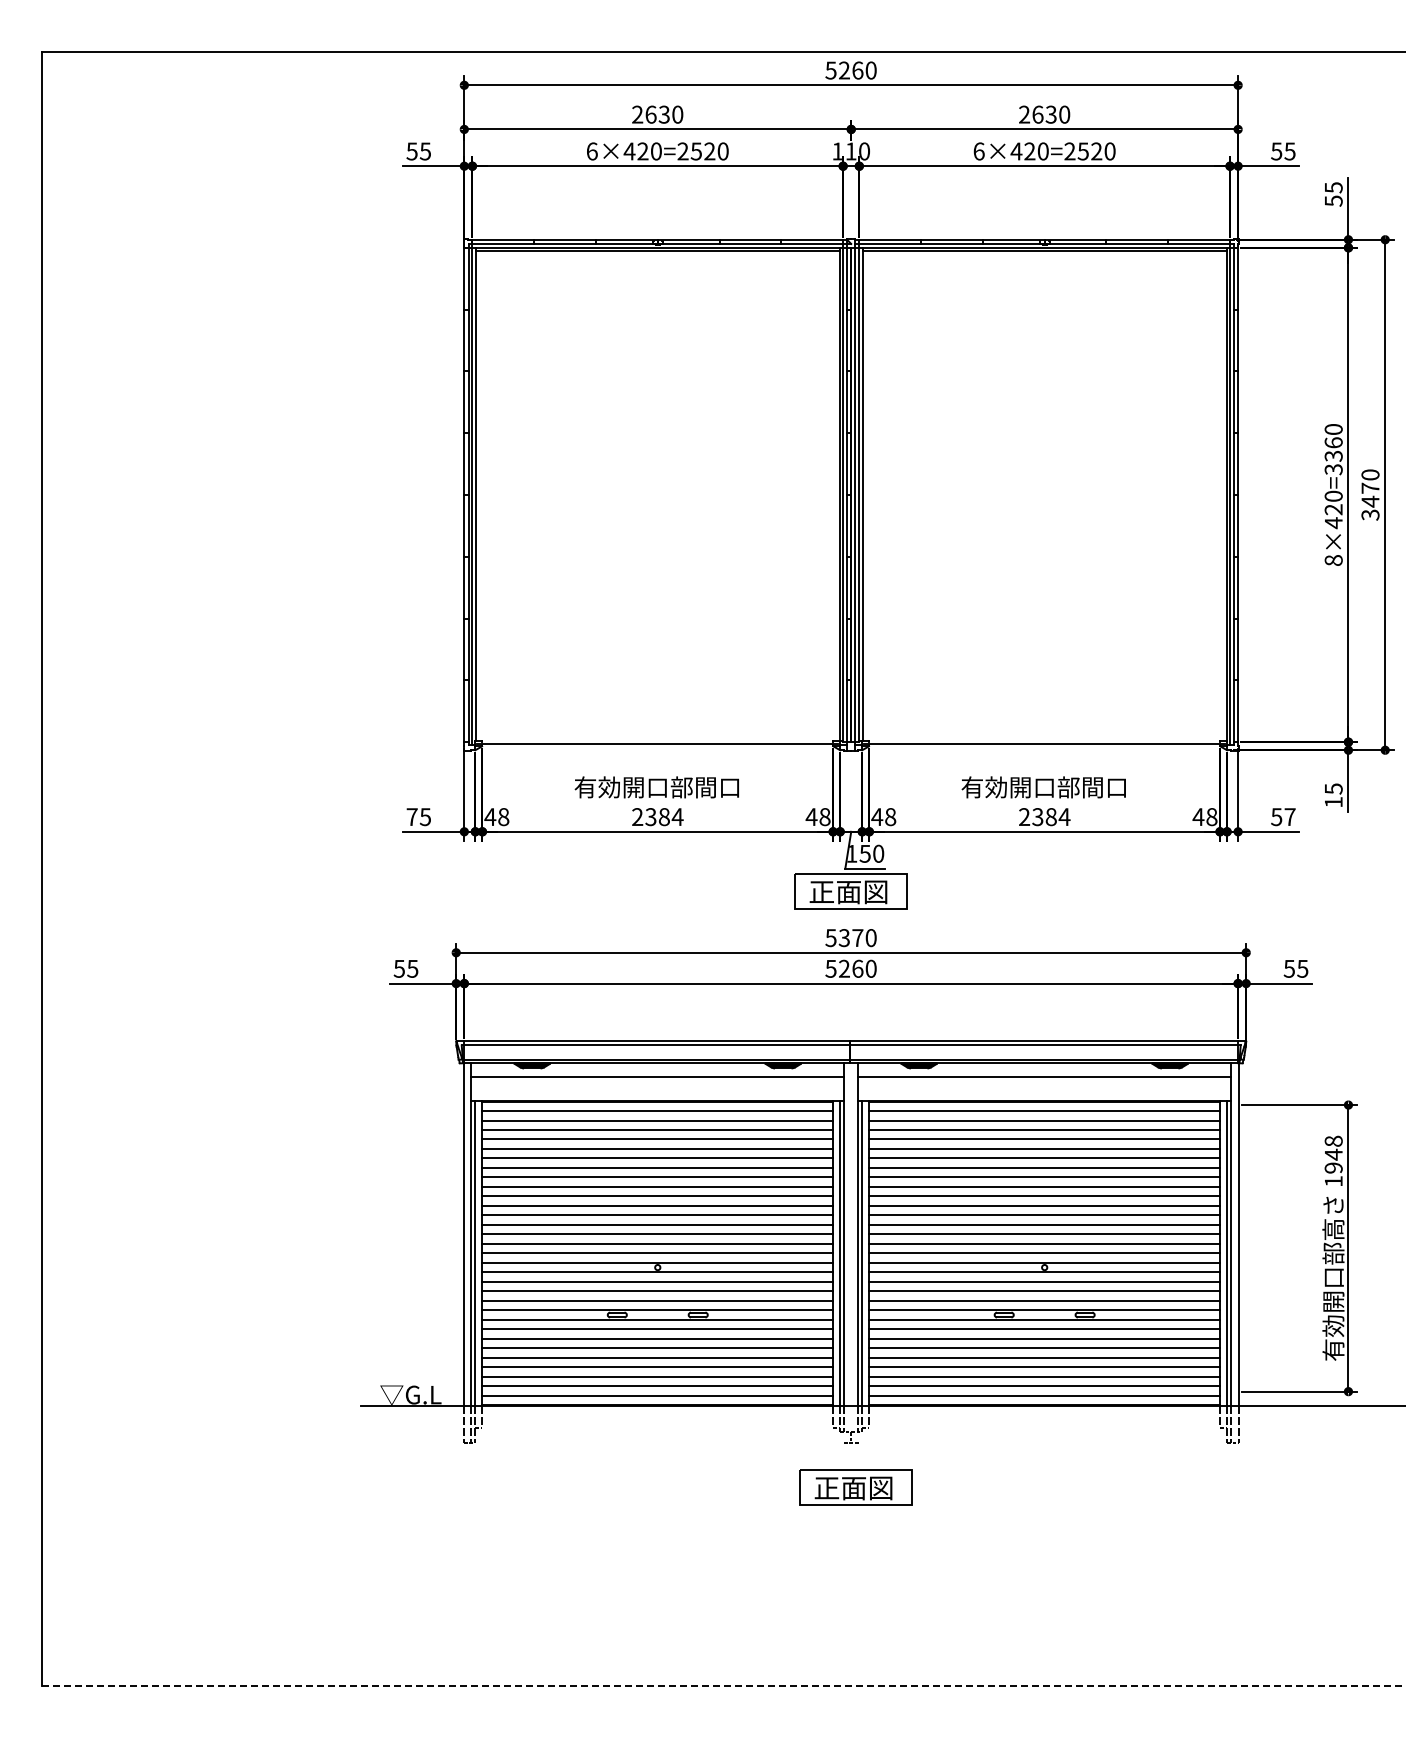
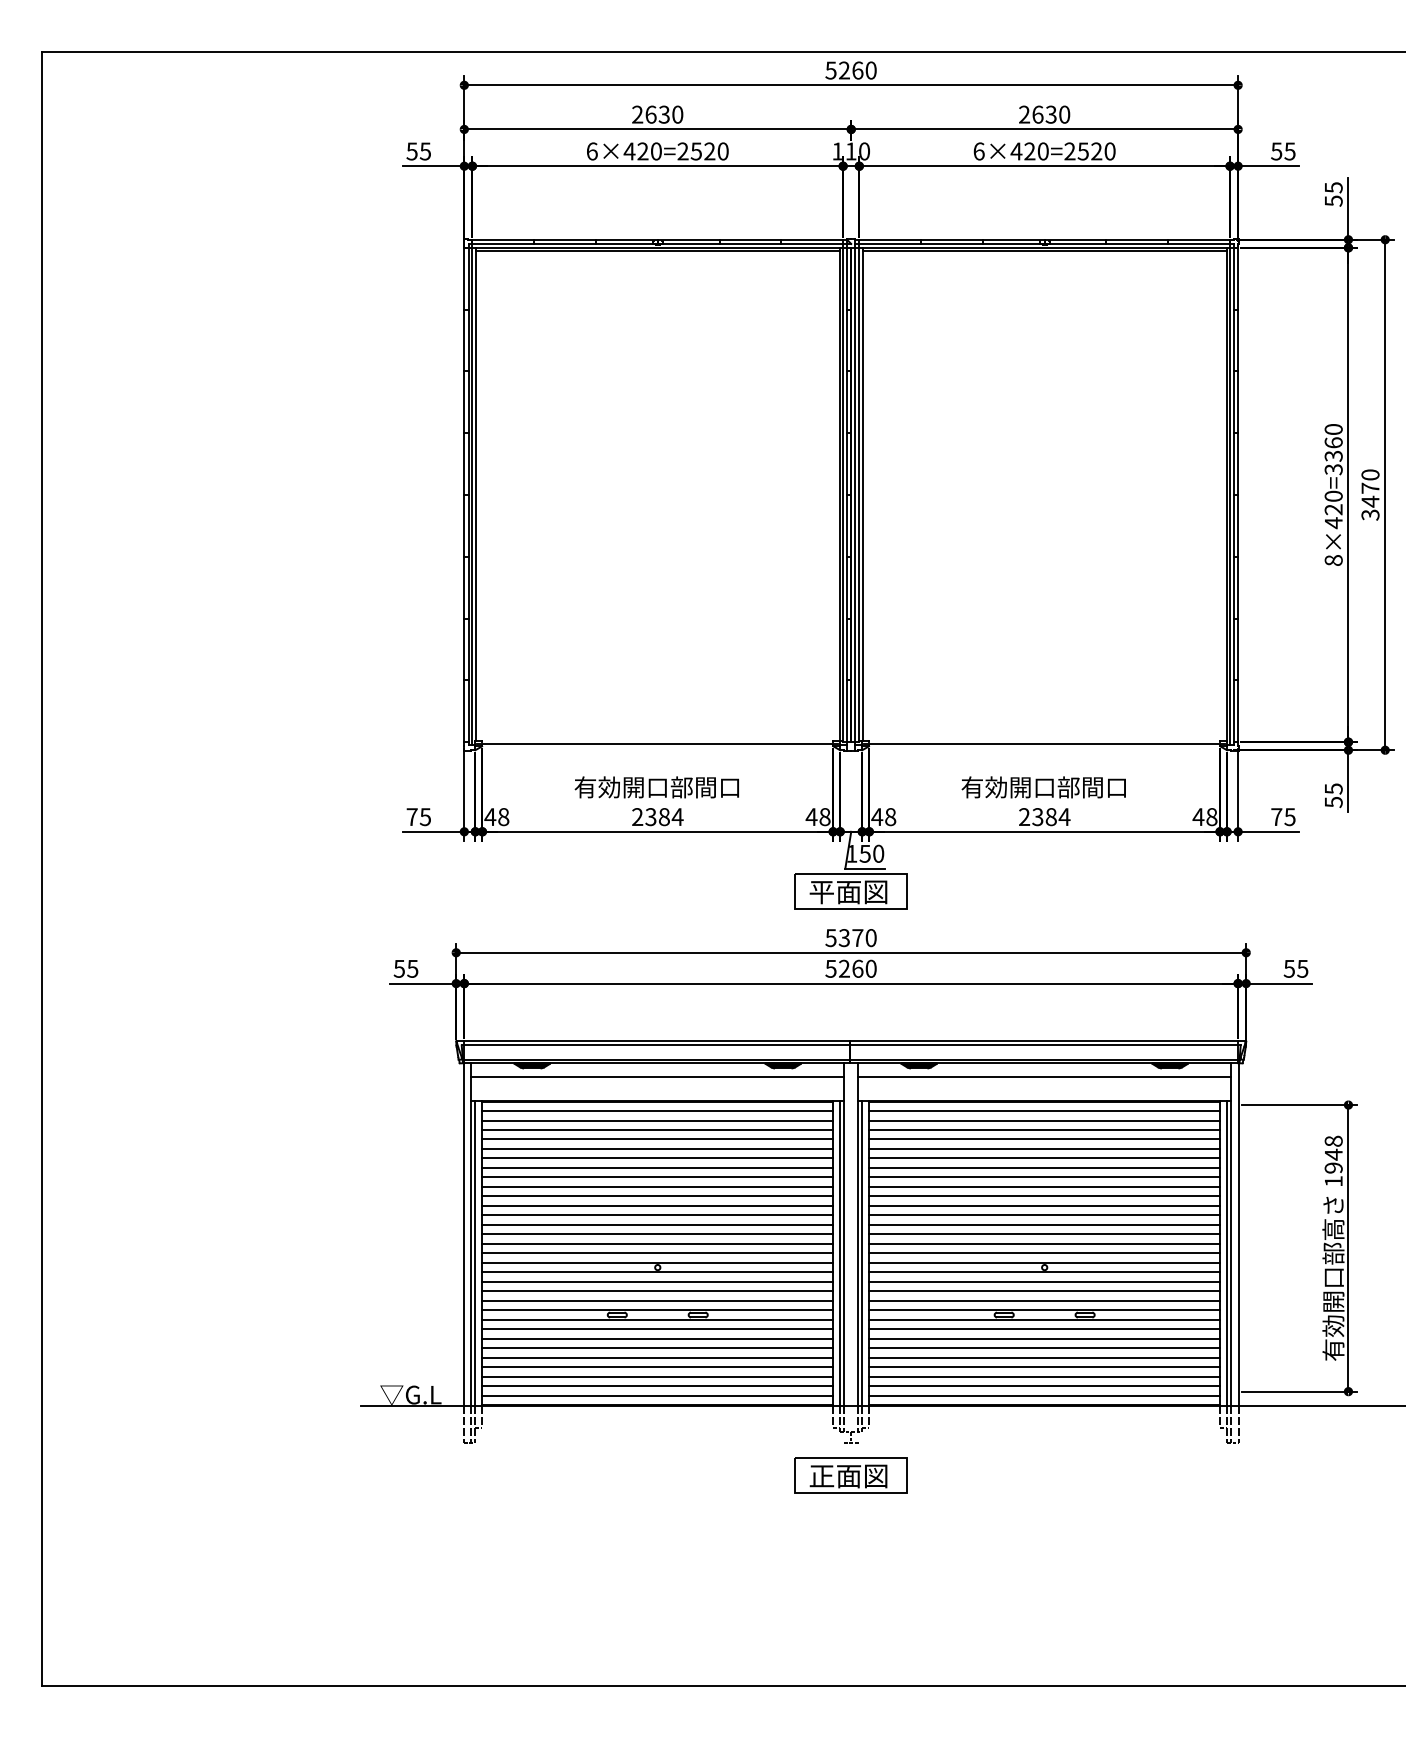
text at (1333, 802): 15 -> 55
text at (1283, 817): 57 -> 75
text at (821, 892): 正面図 -> 平面図
part at (855, 1487) position: (855, 1487) -> (850, 1475)
line at (724, 1685): dashed -> solid
